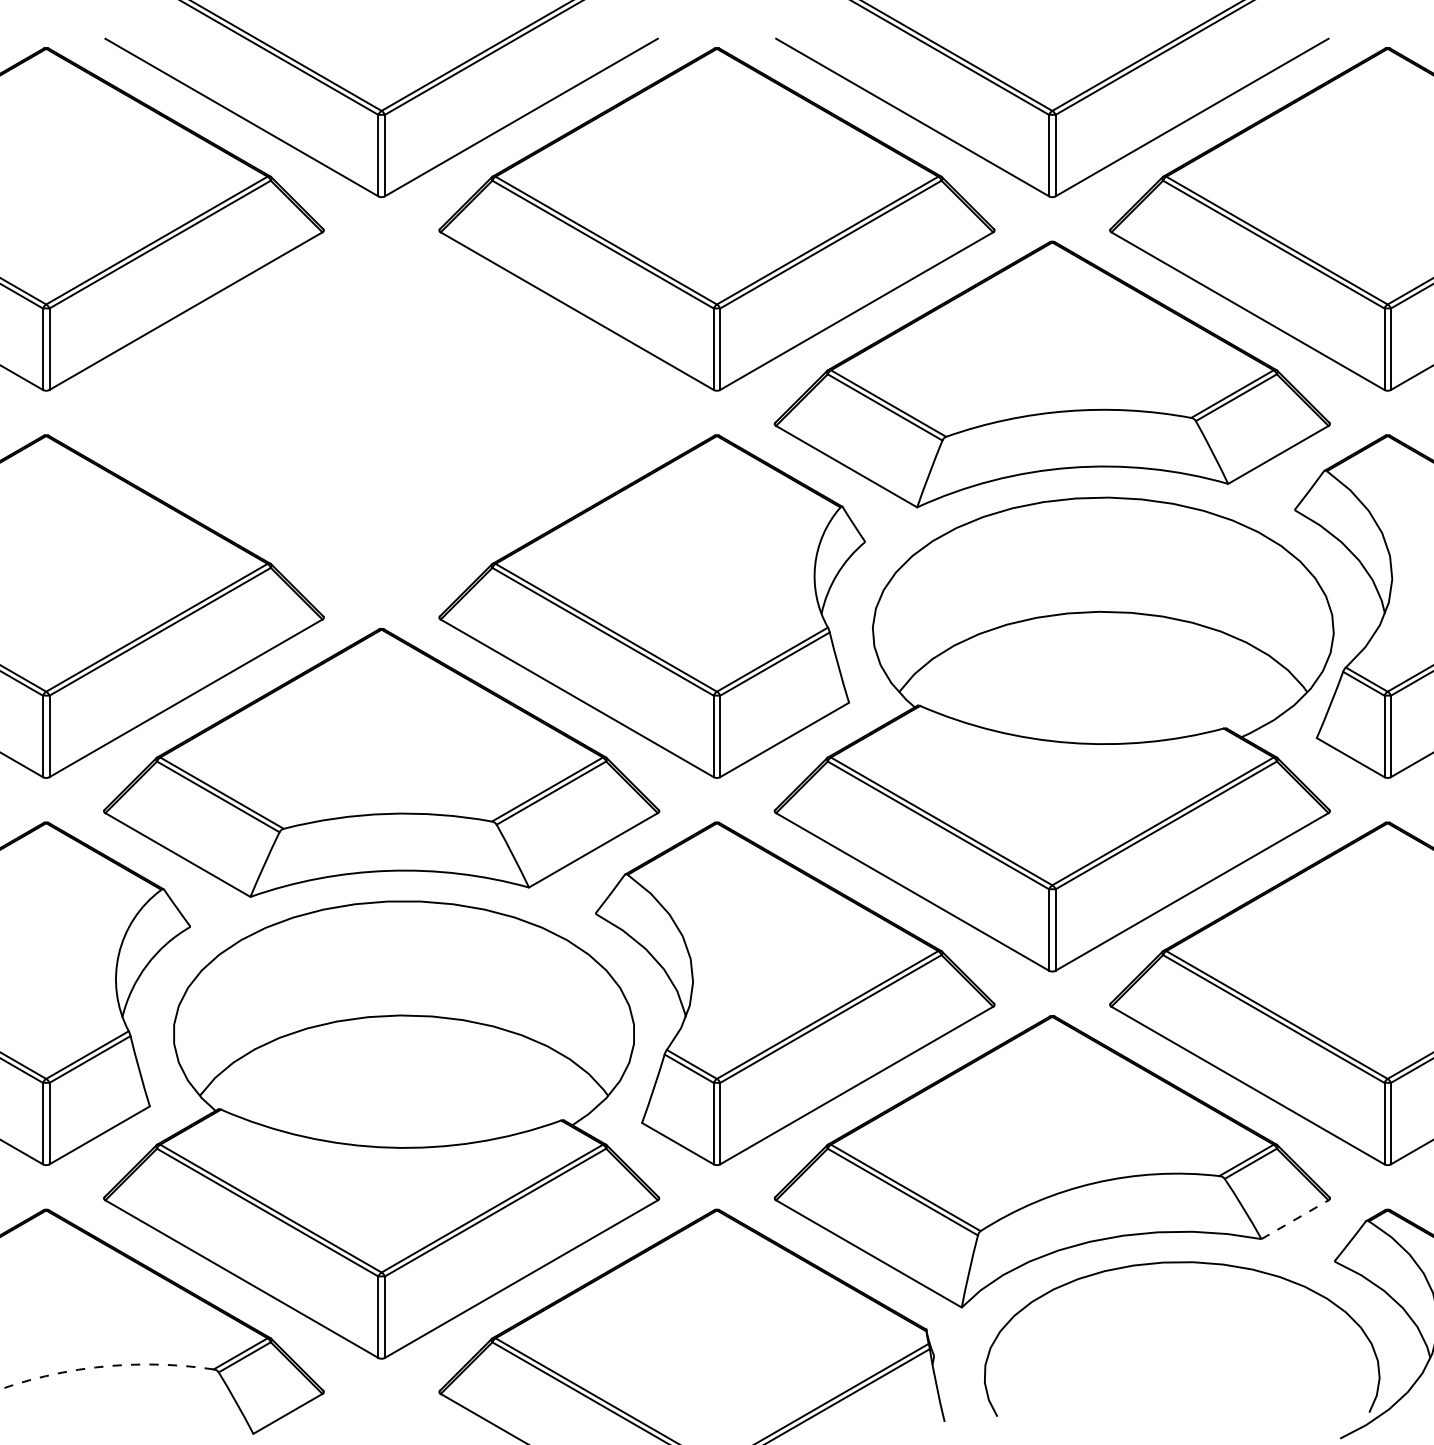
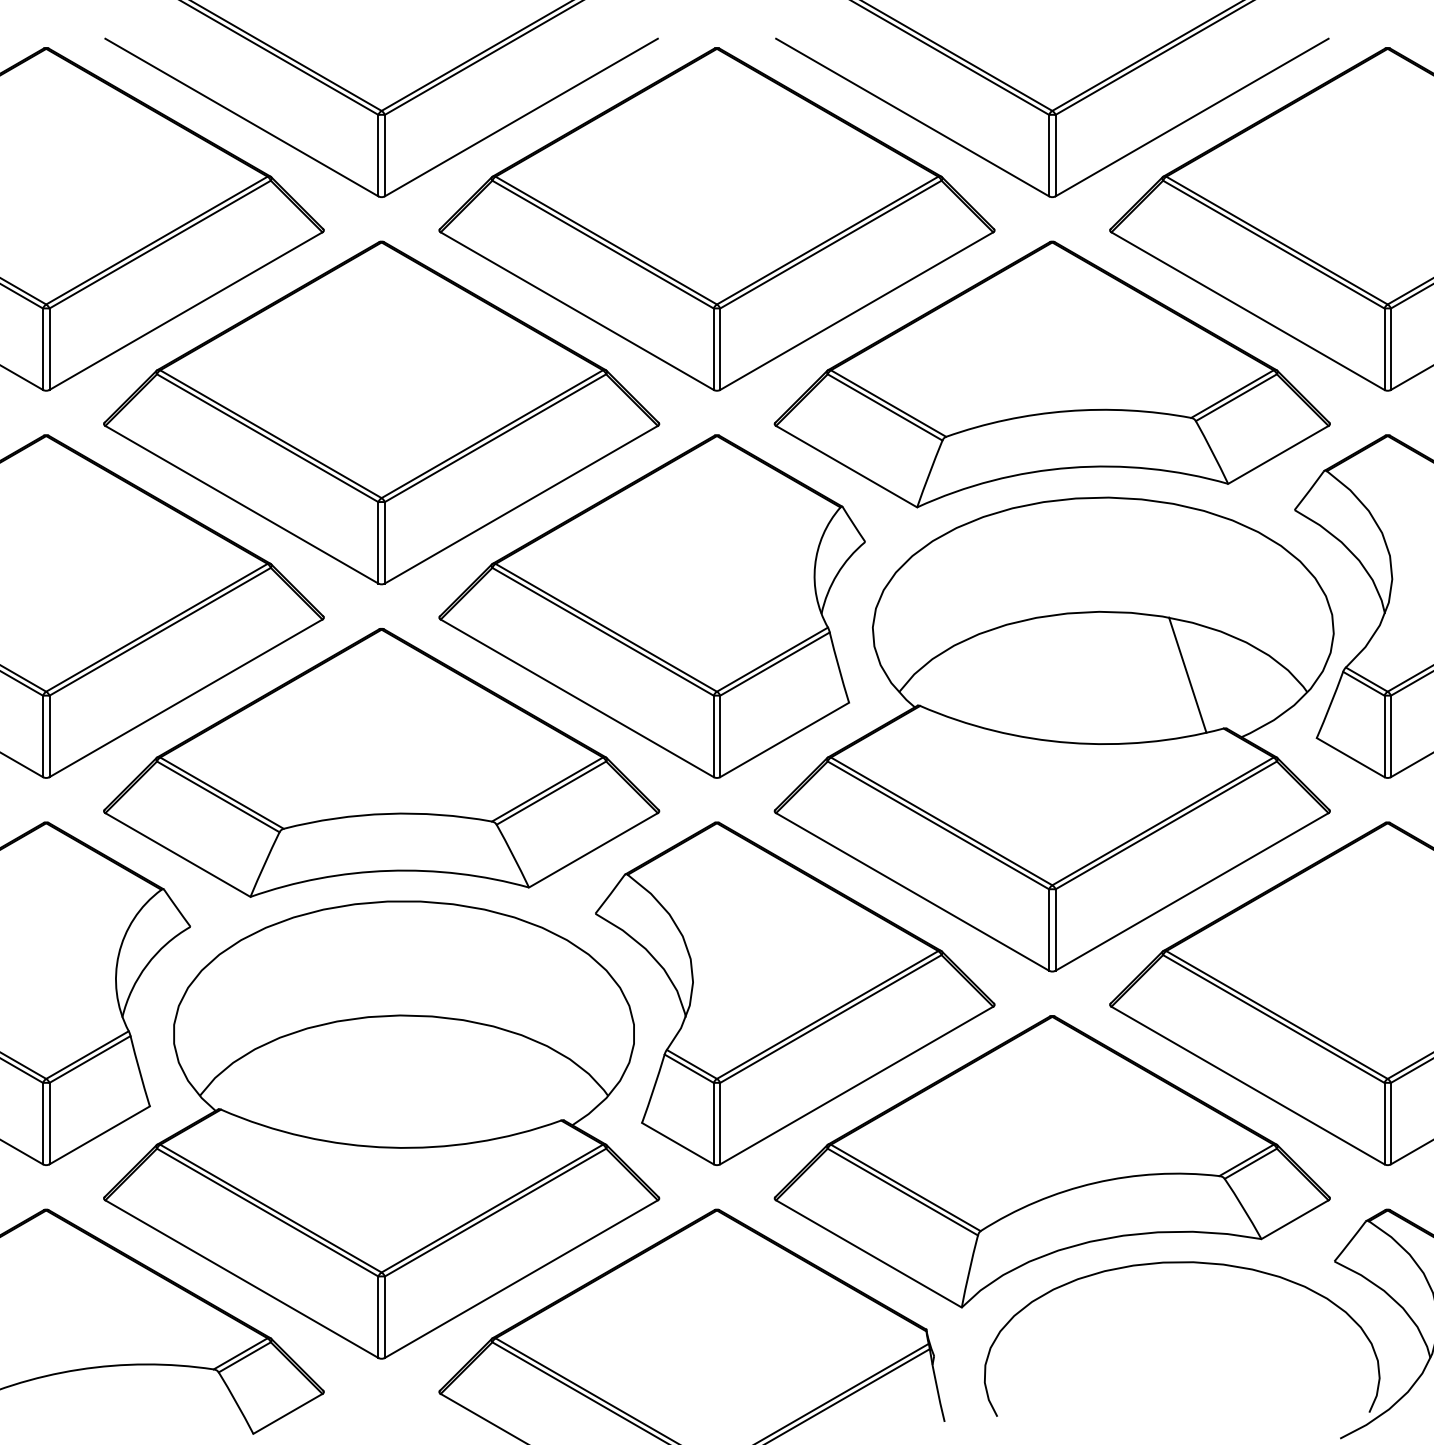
part at (381, 412): none -> present
line at (1187, 674): none -> present
line at (1295, 1219): dashed -> solid
arc at (106, 1366): dashed -> solid
